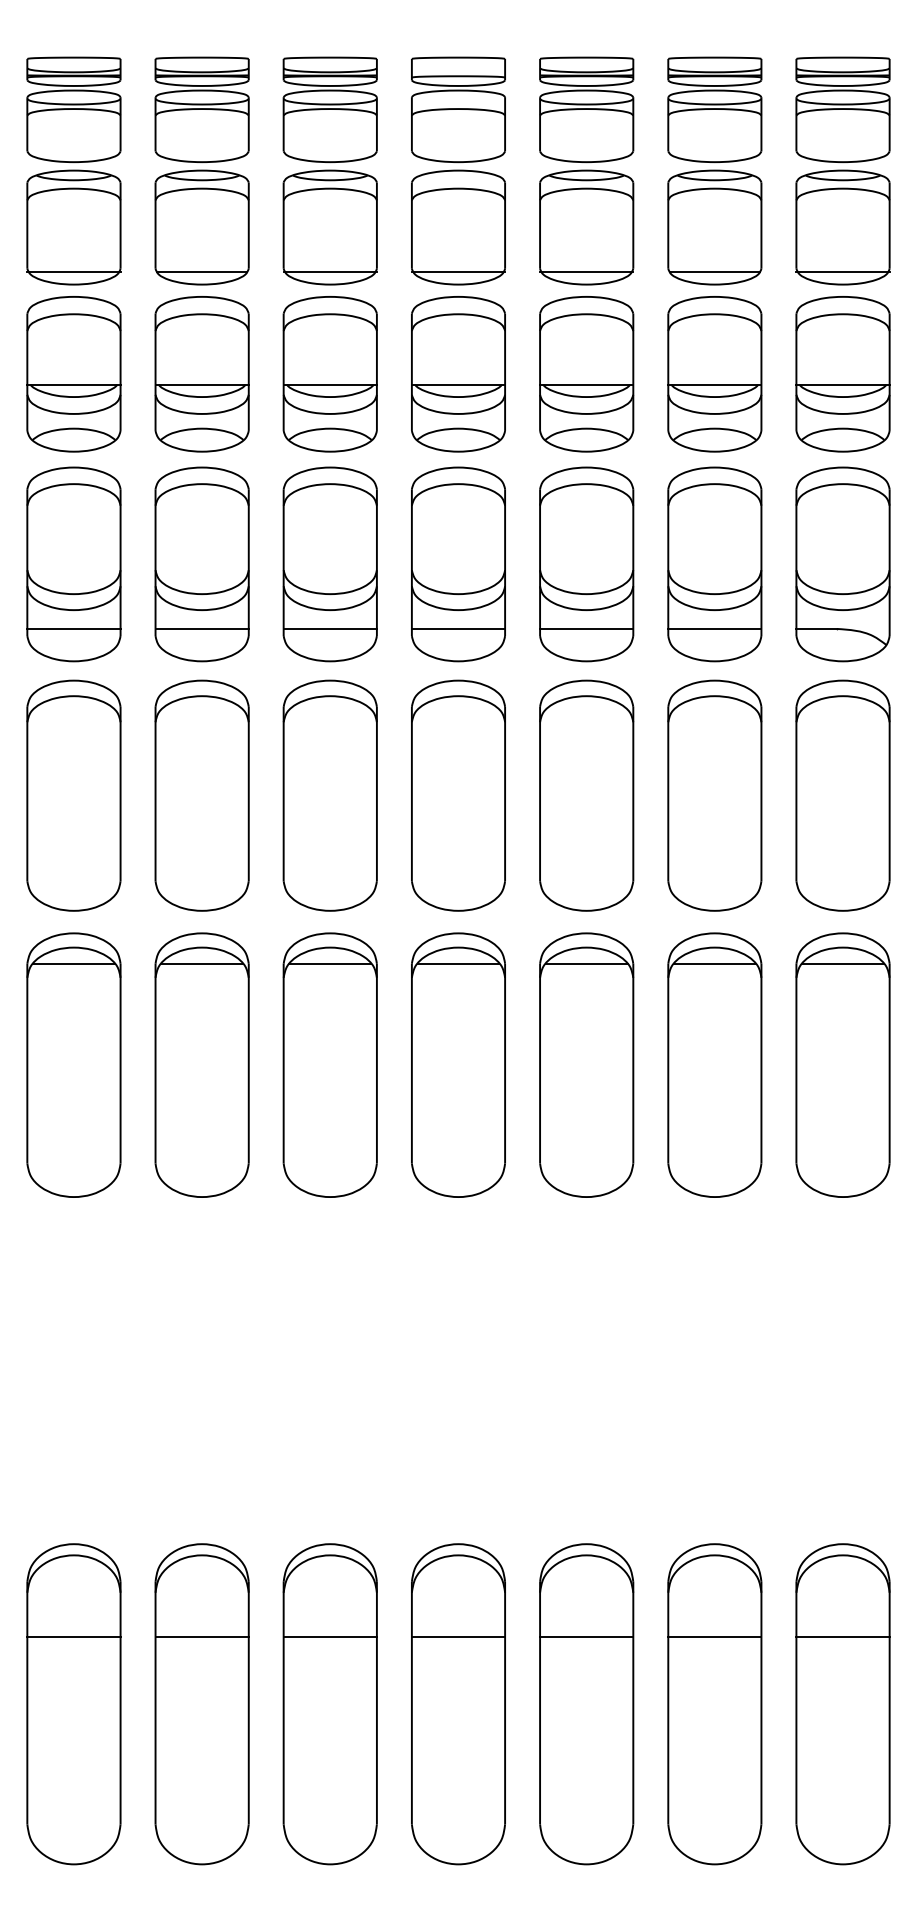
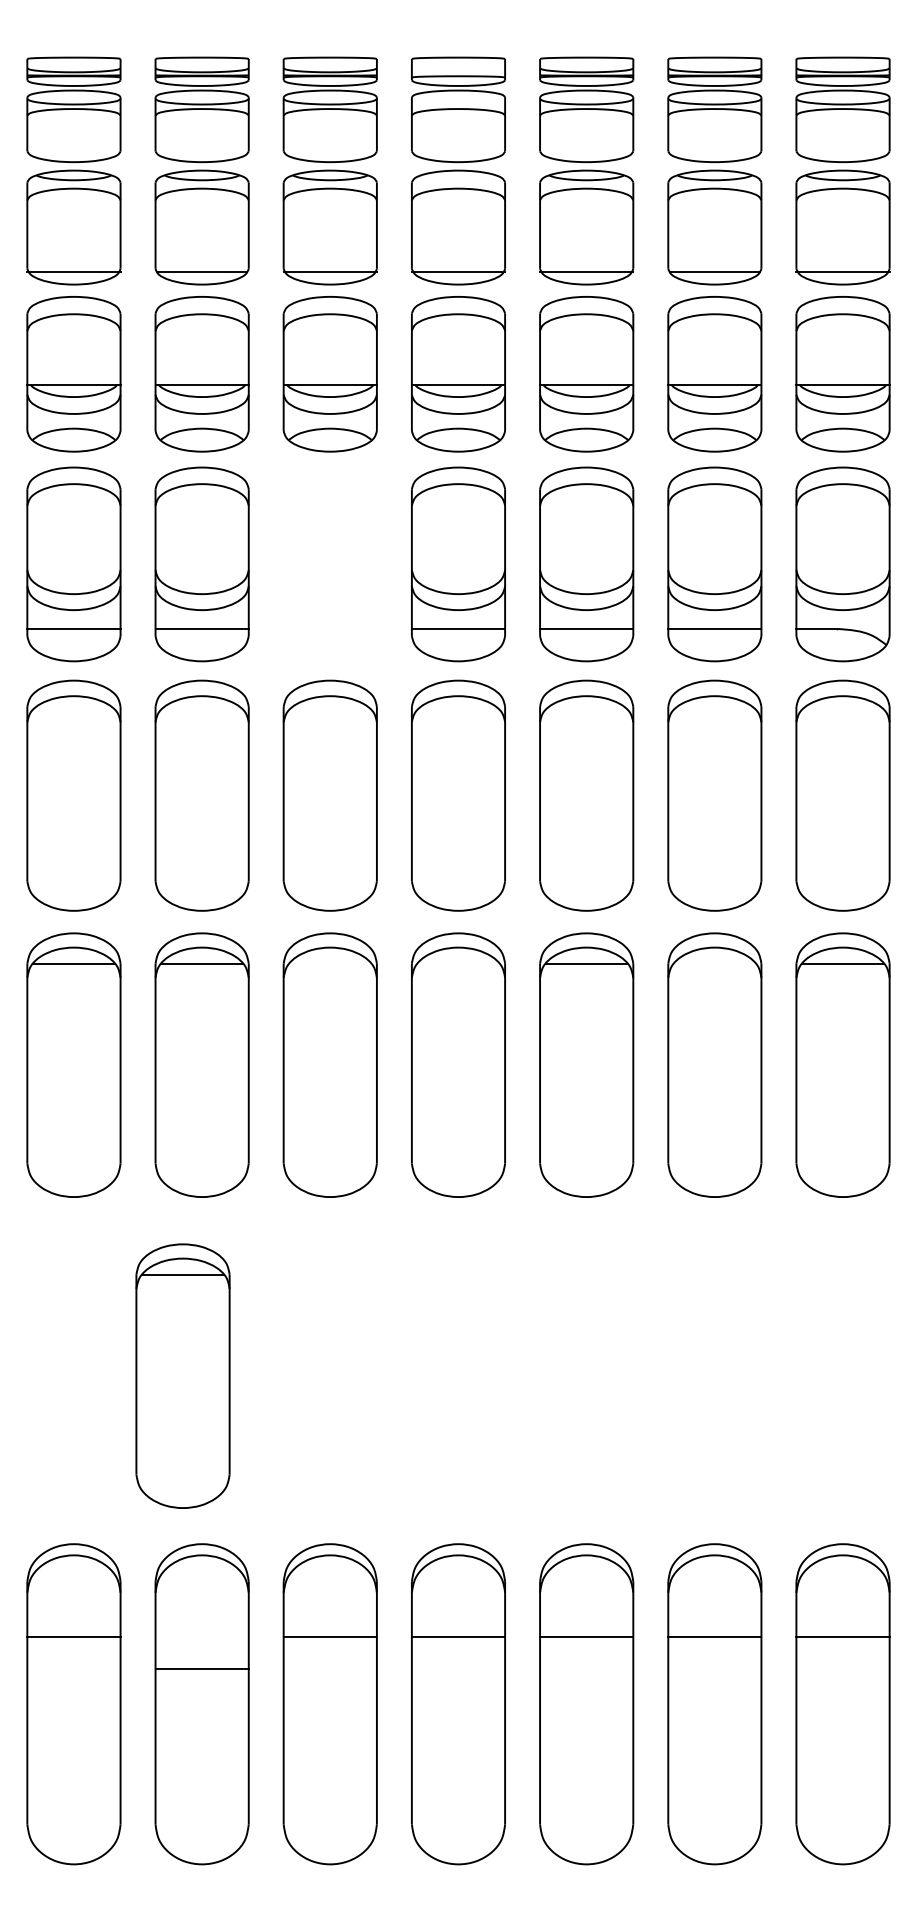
part at (329, 564): present -> none
line at (330, 964): present -> none
line at (458, 964): present -> none
line at (714, 964): present -> none
part at (182, 1375): none -> present
line at (201, 1637) position: (201, 1637) -> (201, 1669)
